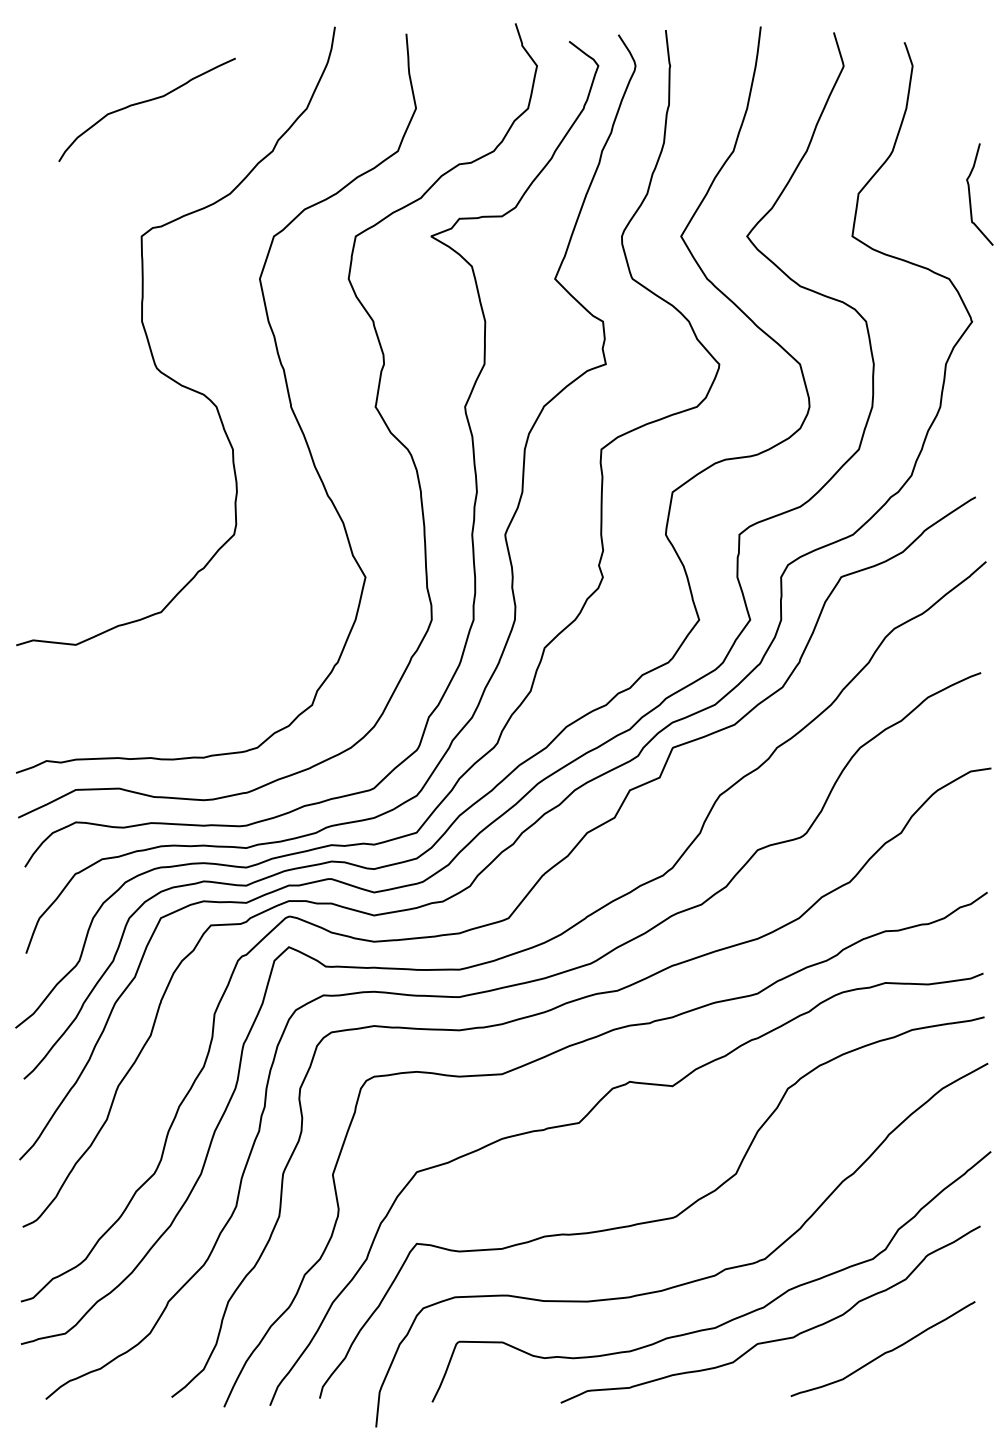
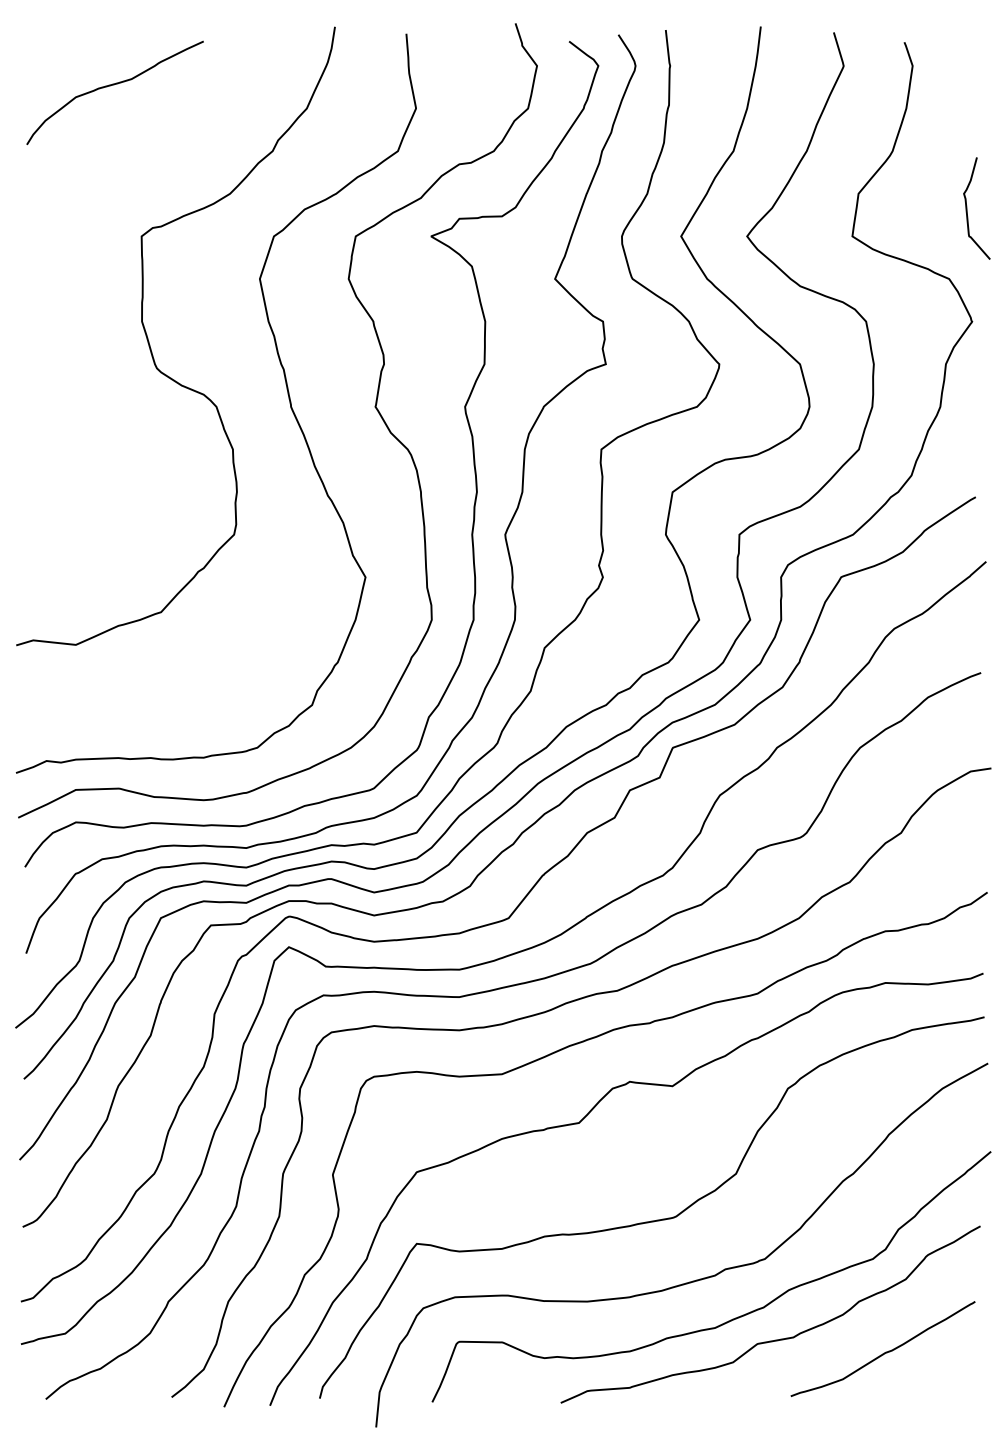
curve at (146, 102) position: (146, 102) -> (114, 85)
curve at (970, 194) position: (970, 194) -> (967, 208)
